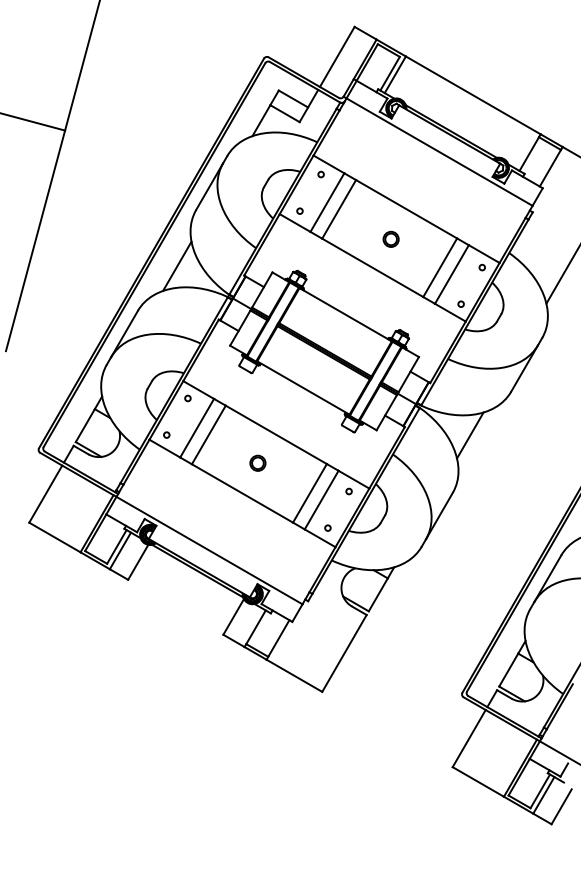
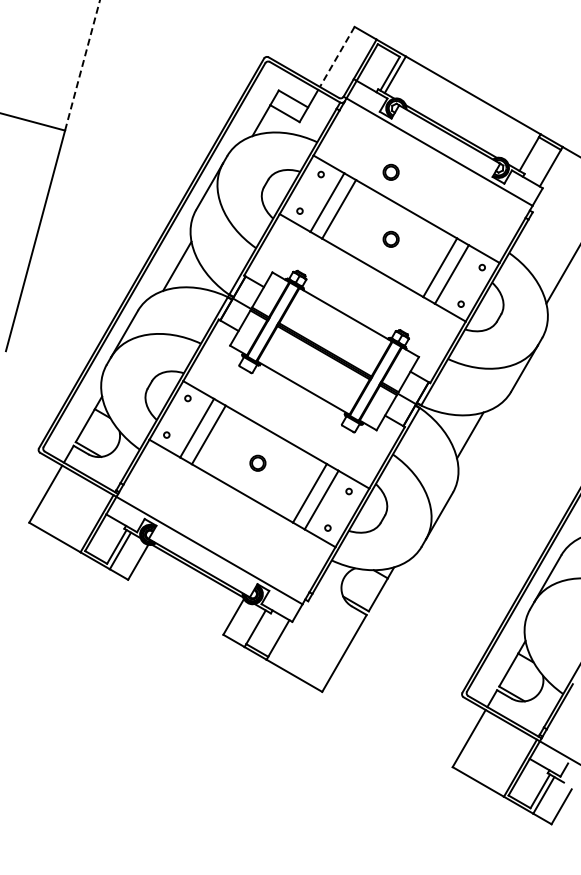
line at (337, 56): solid -> dashed
line at (82, 65): solid -> dashed
part at (390, 171): none -> present
